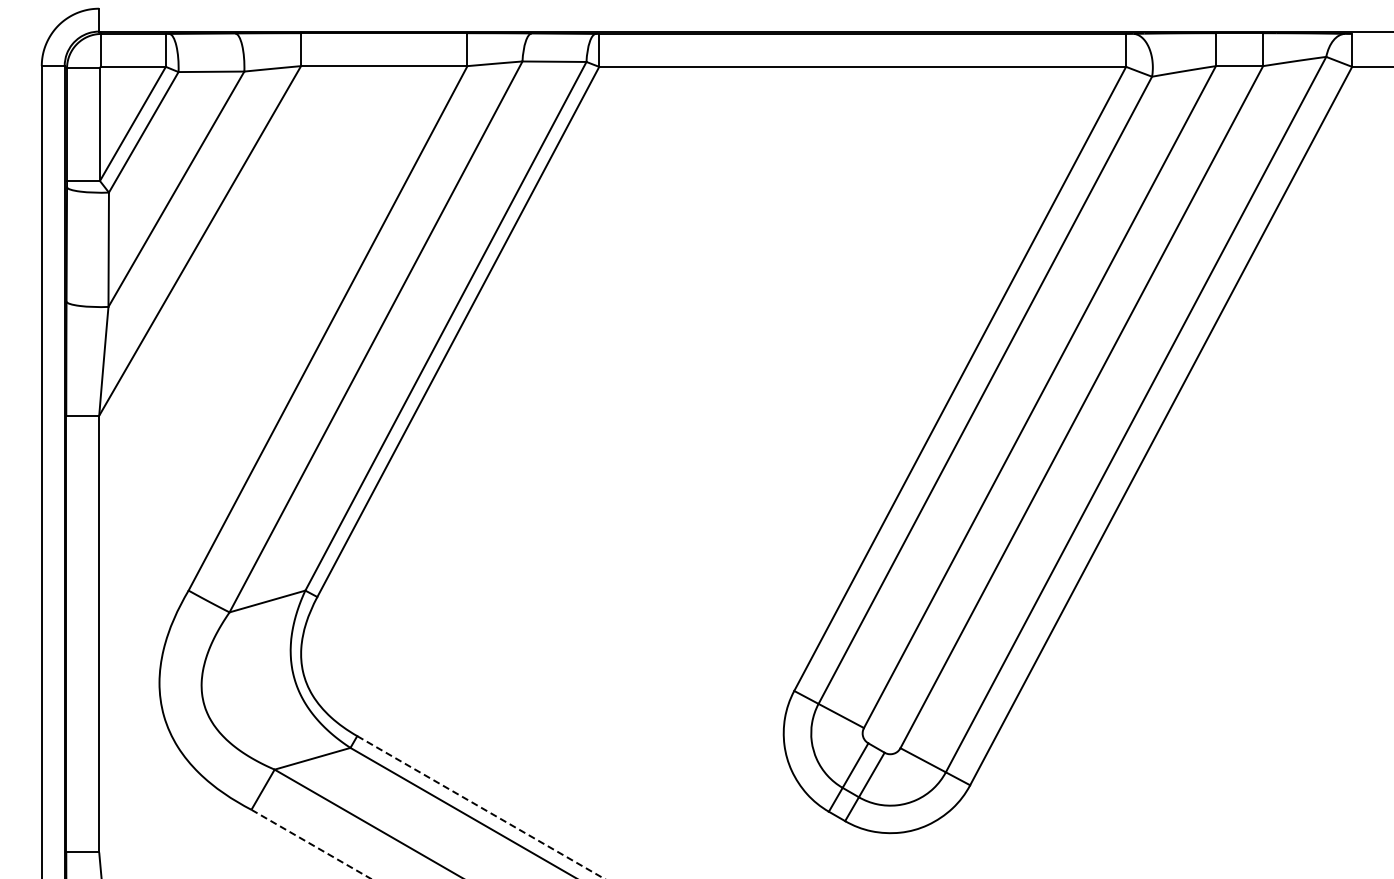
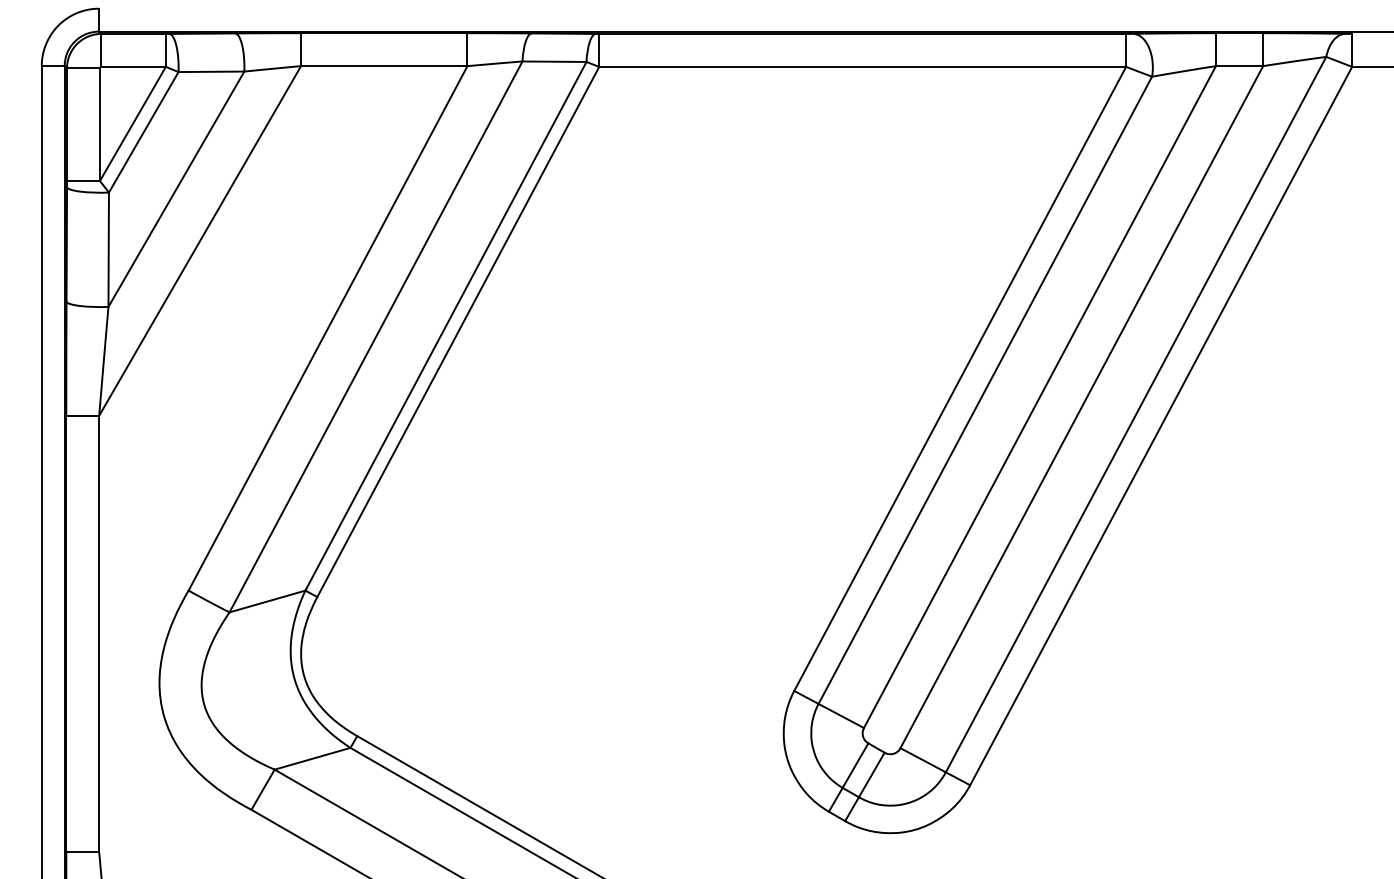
line at (481, 807): dashed -> solid
line at (311, 844): dashed -> solid
